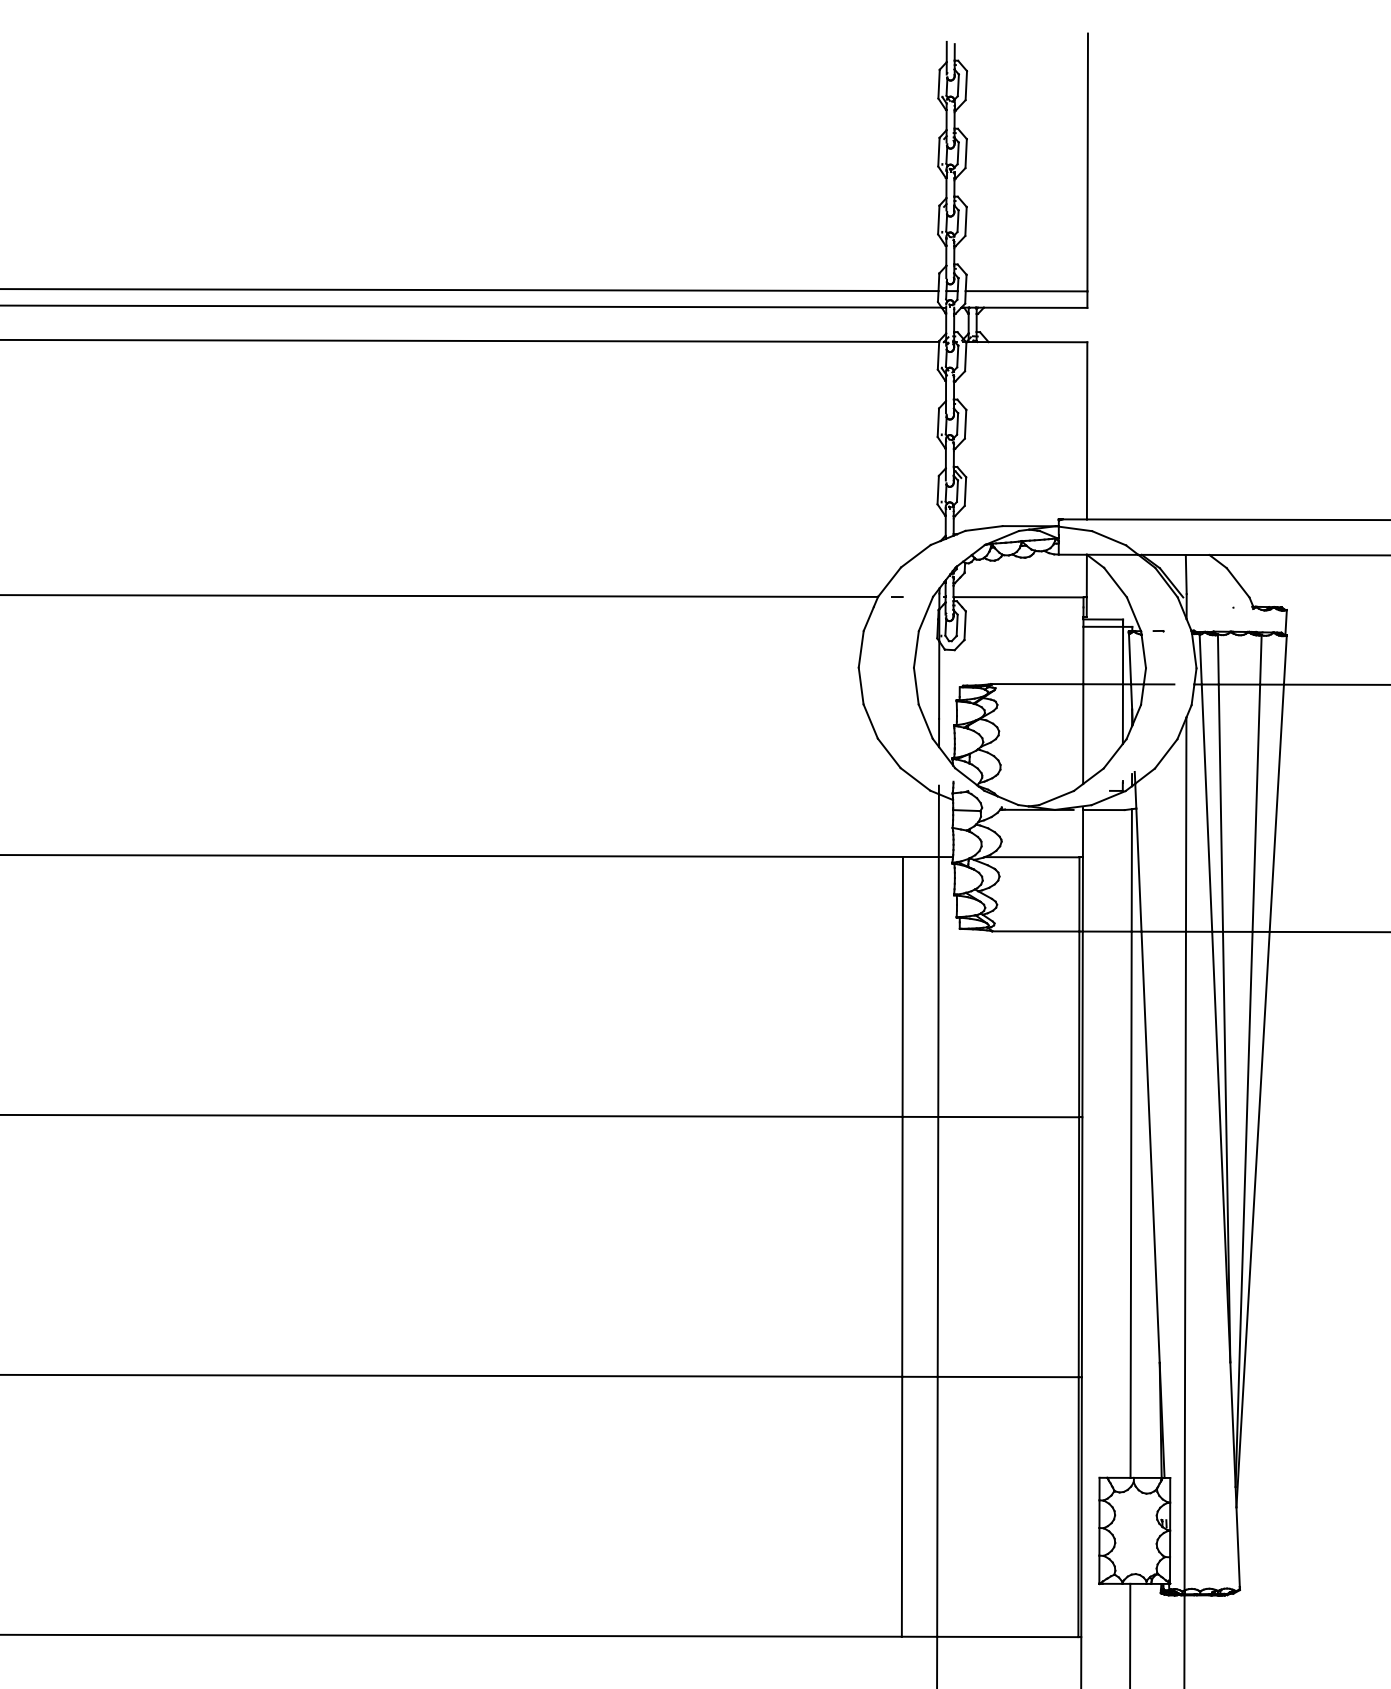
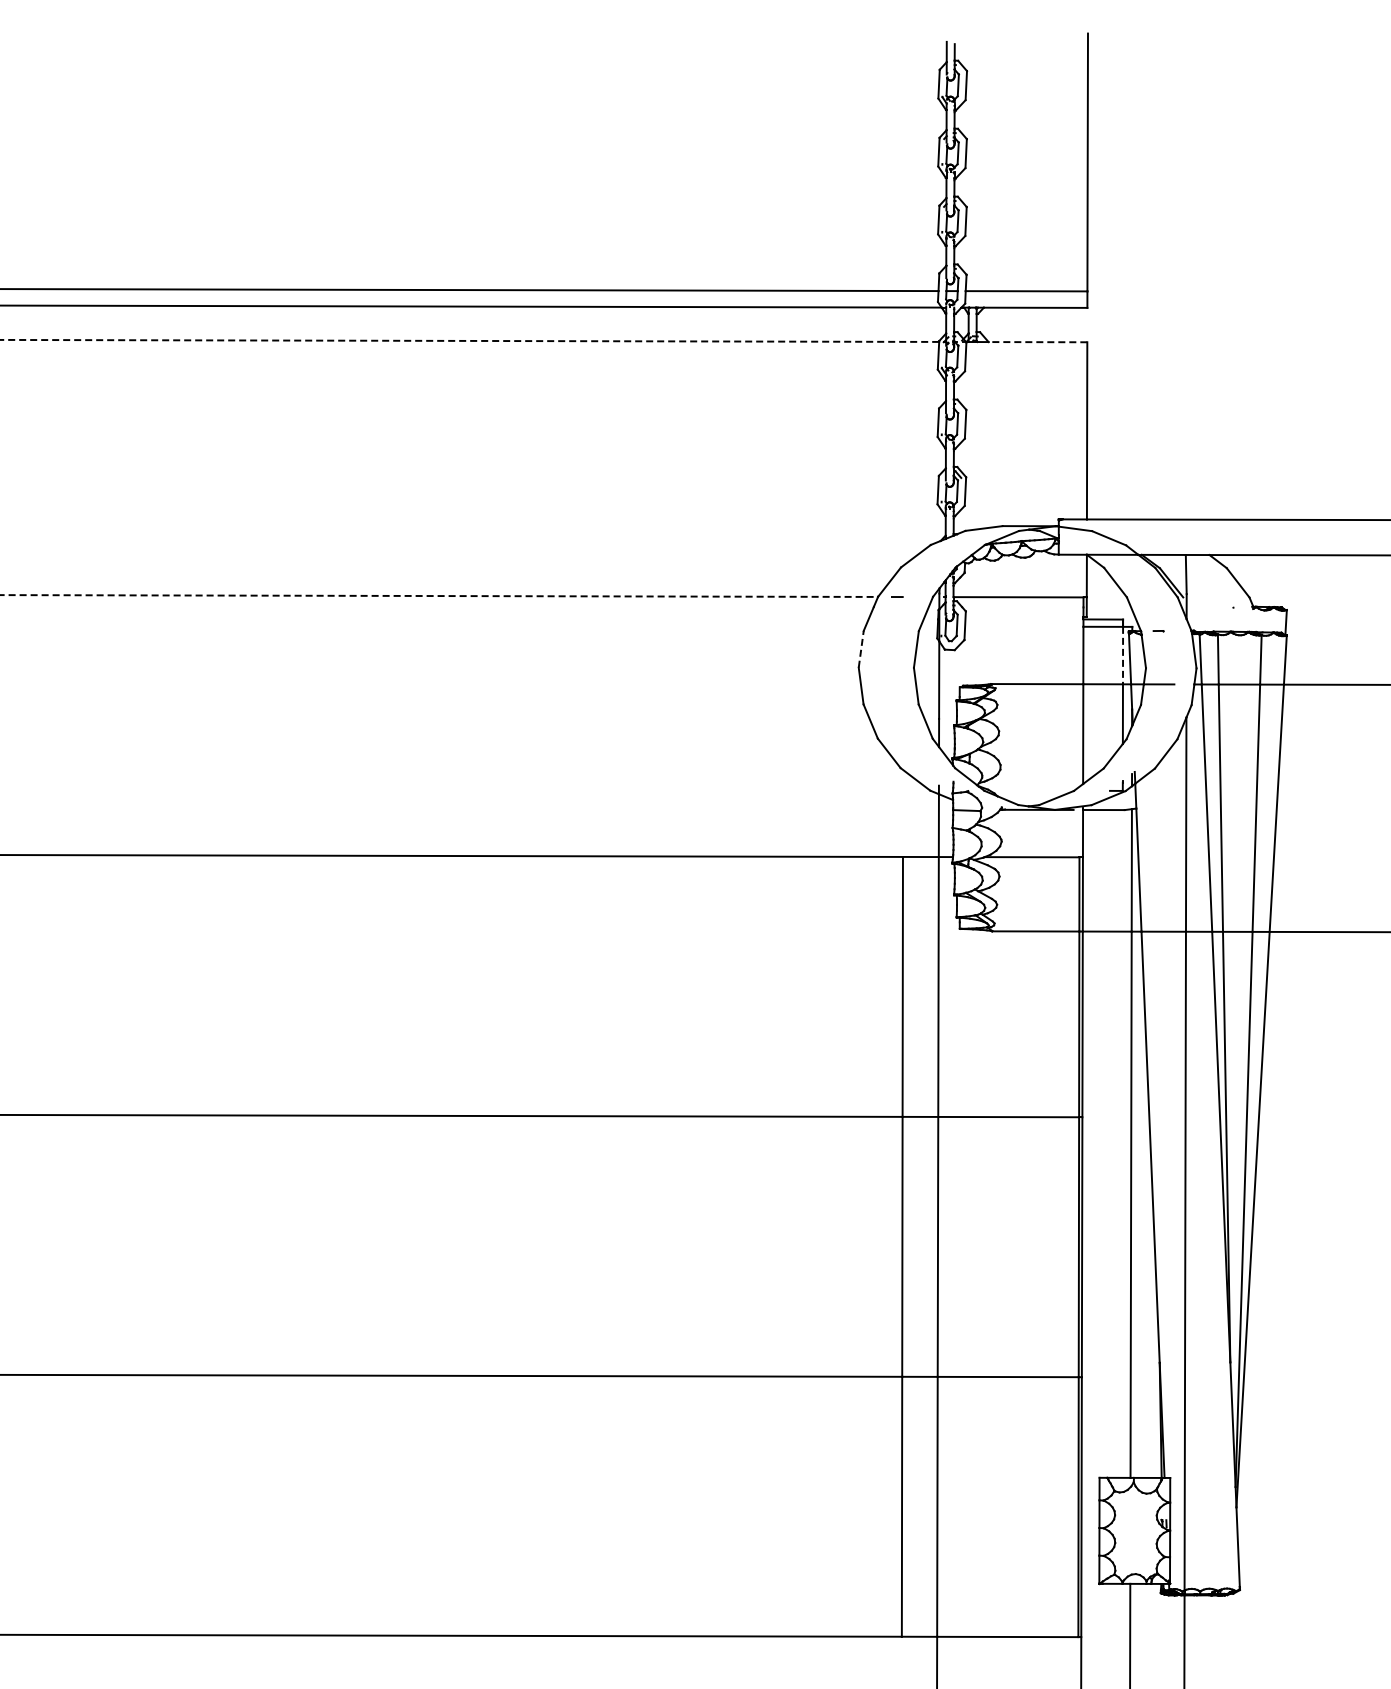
line at (469, 340): solid -> dashed
line at (1037, 342): solid -> dashed
line at (439, 596): solid -> dashed
line at (861, 649): solid -> dashed
line at (1123, 655): solid -> dashed
